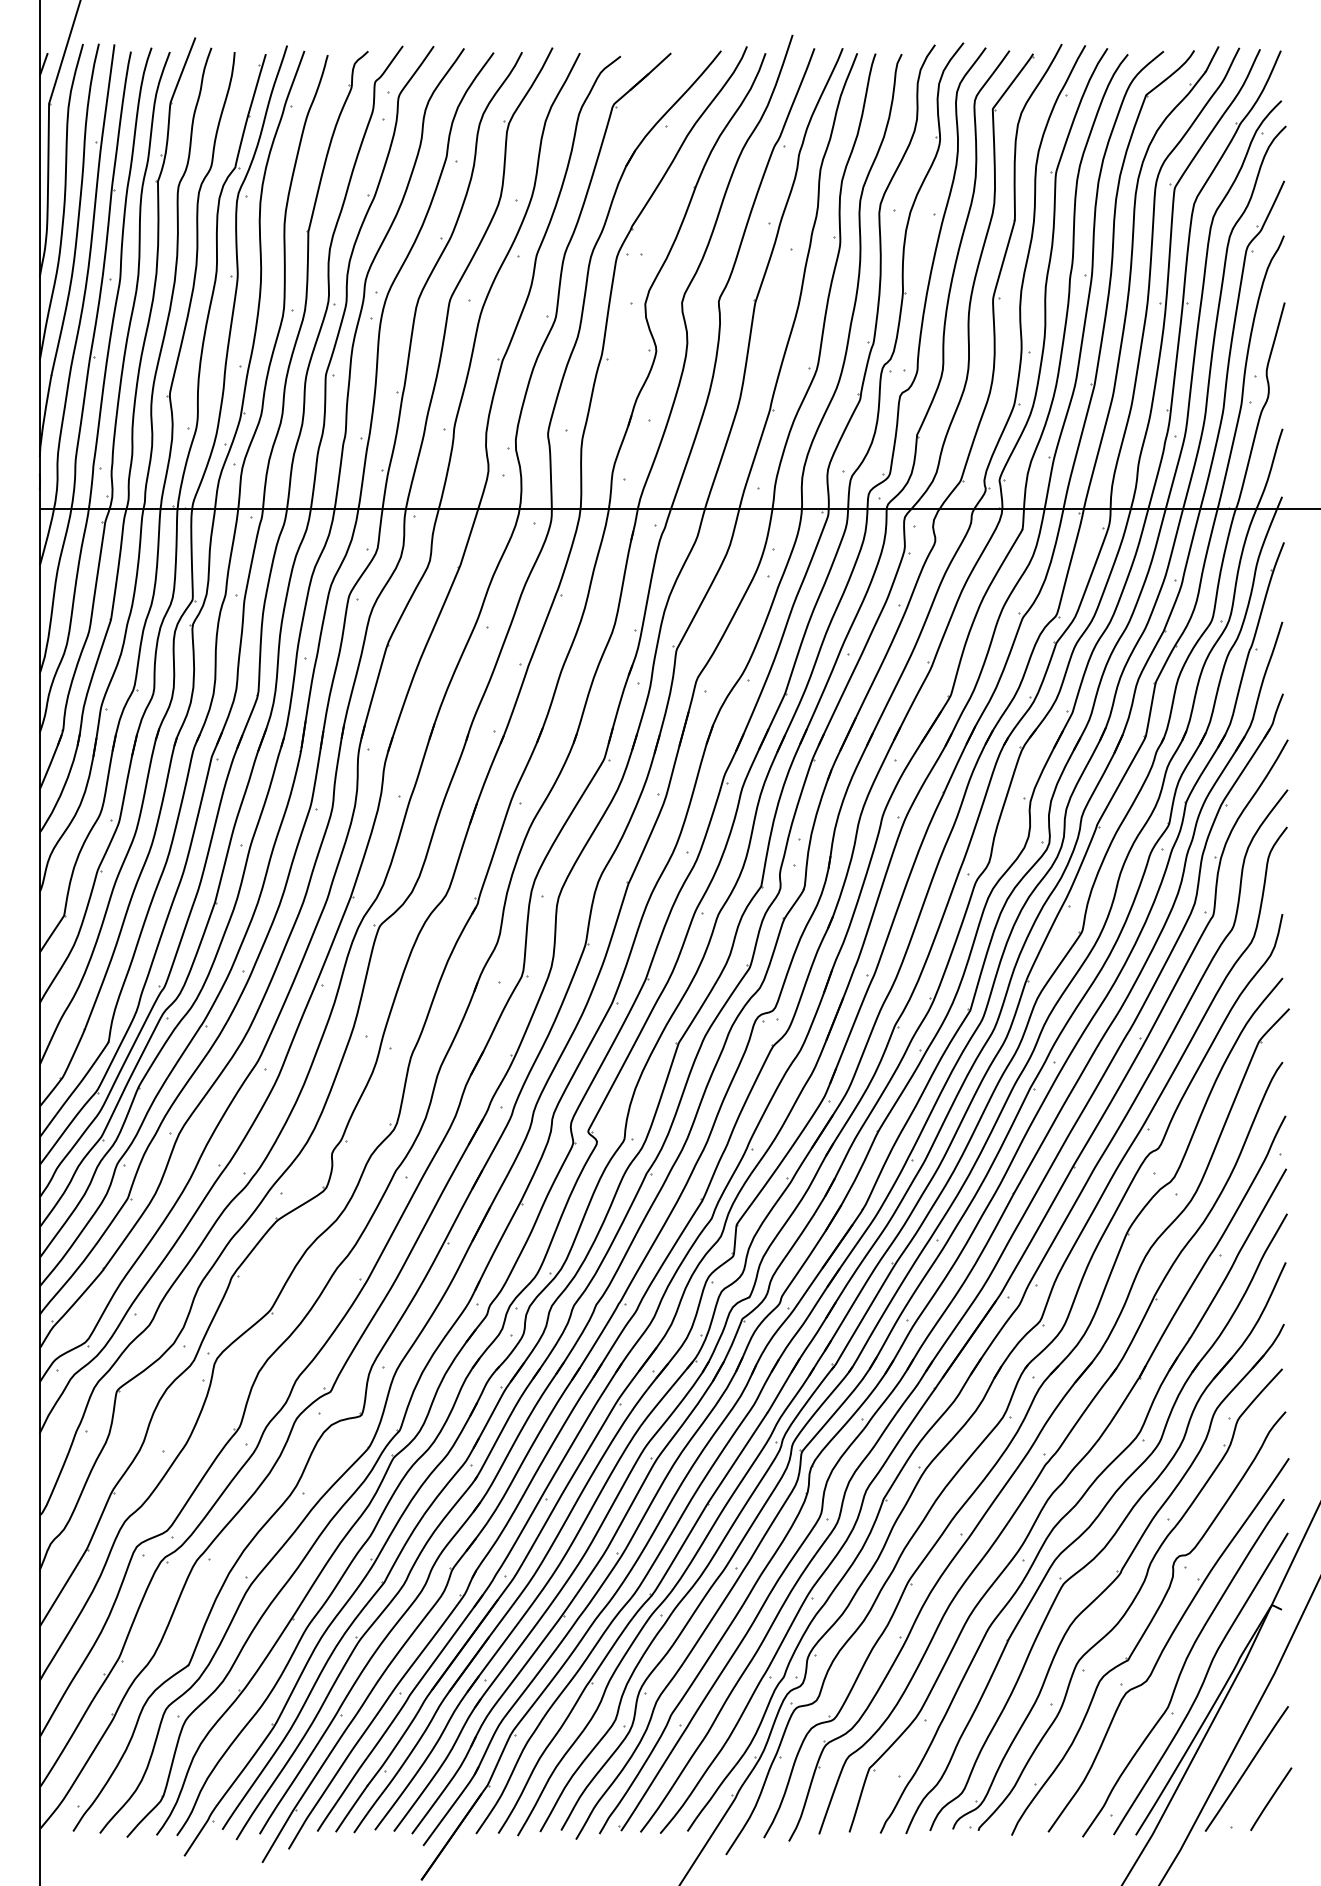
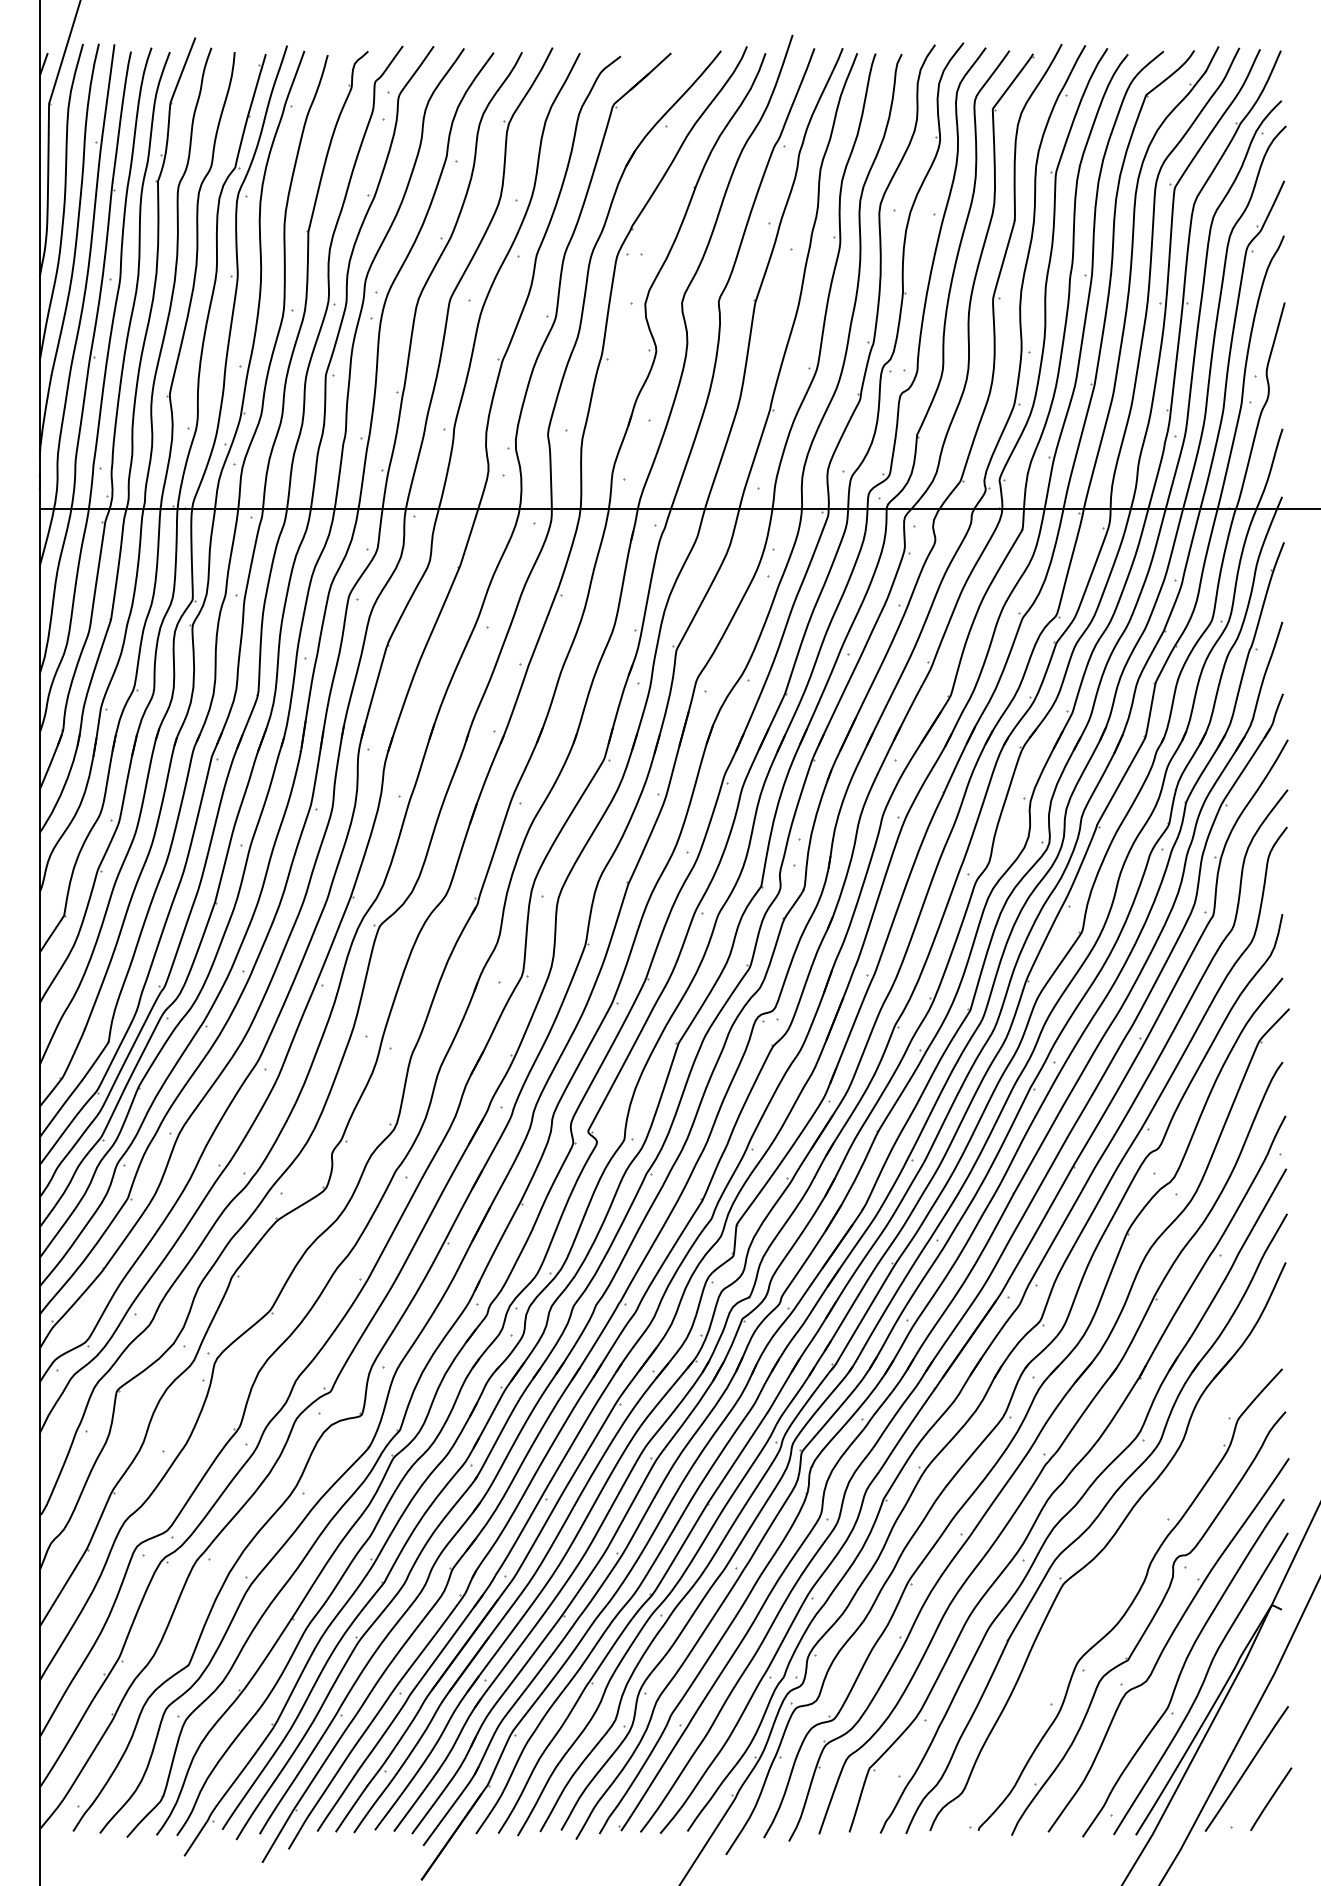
part at (1118, 1576): present -> none
